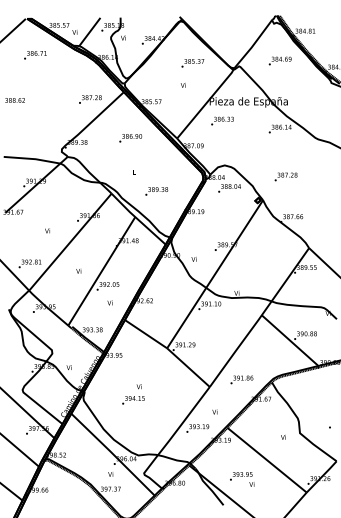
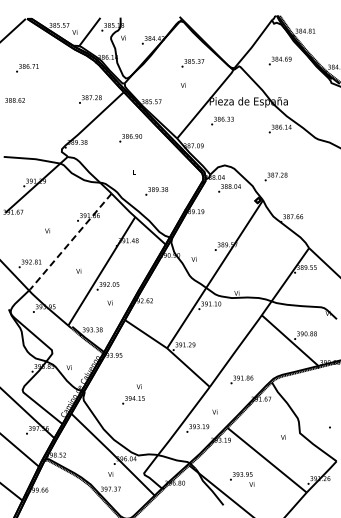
text at (35, 55) position: (35, 55) -> (27, 68)
text at (285, 176) position: (285, 176) -> (275, 176)
line at (69, 243): solid -> dashed
